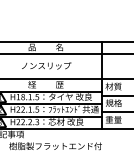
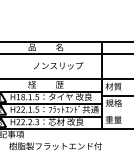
text at (46, 65) position: (46, 65) -> (58, 65)
line at (115, 112): present -> none
